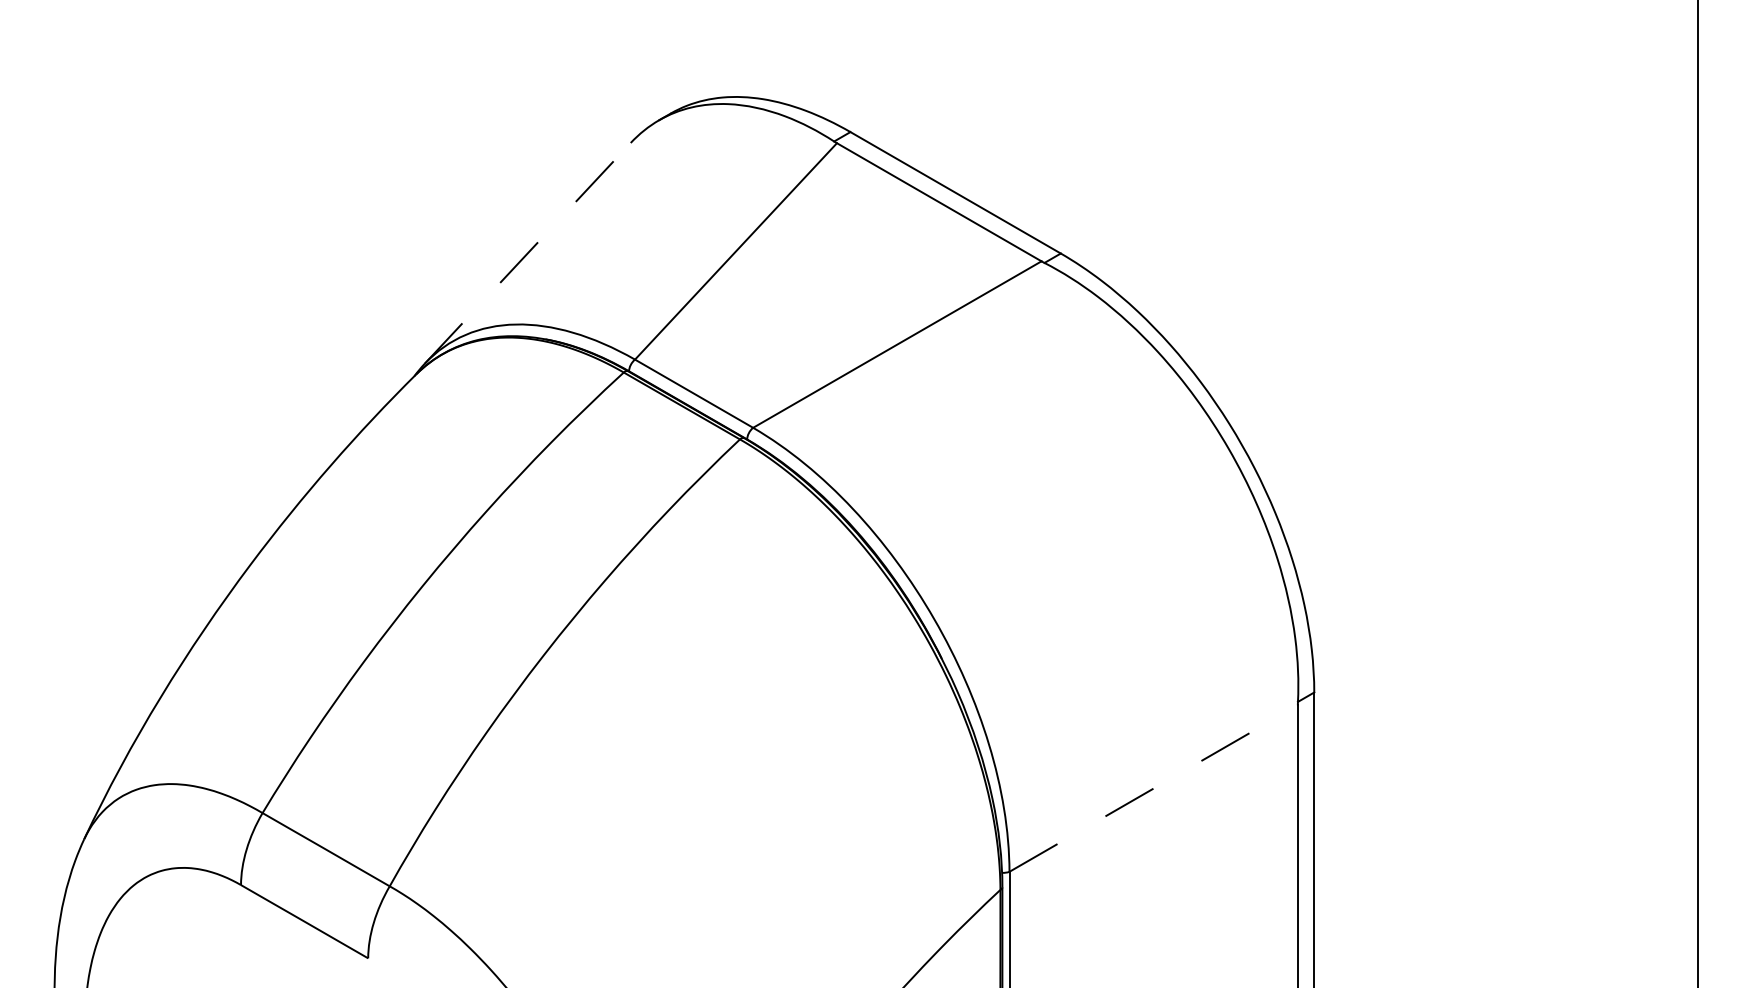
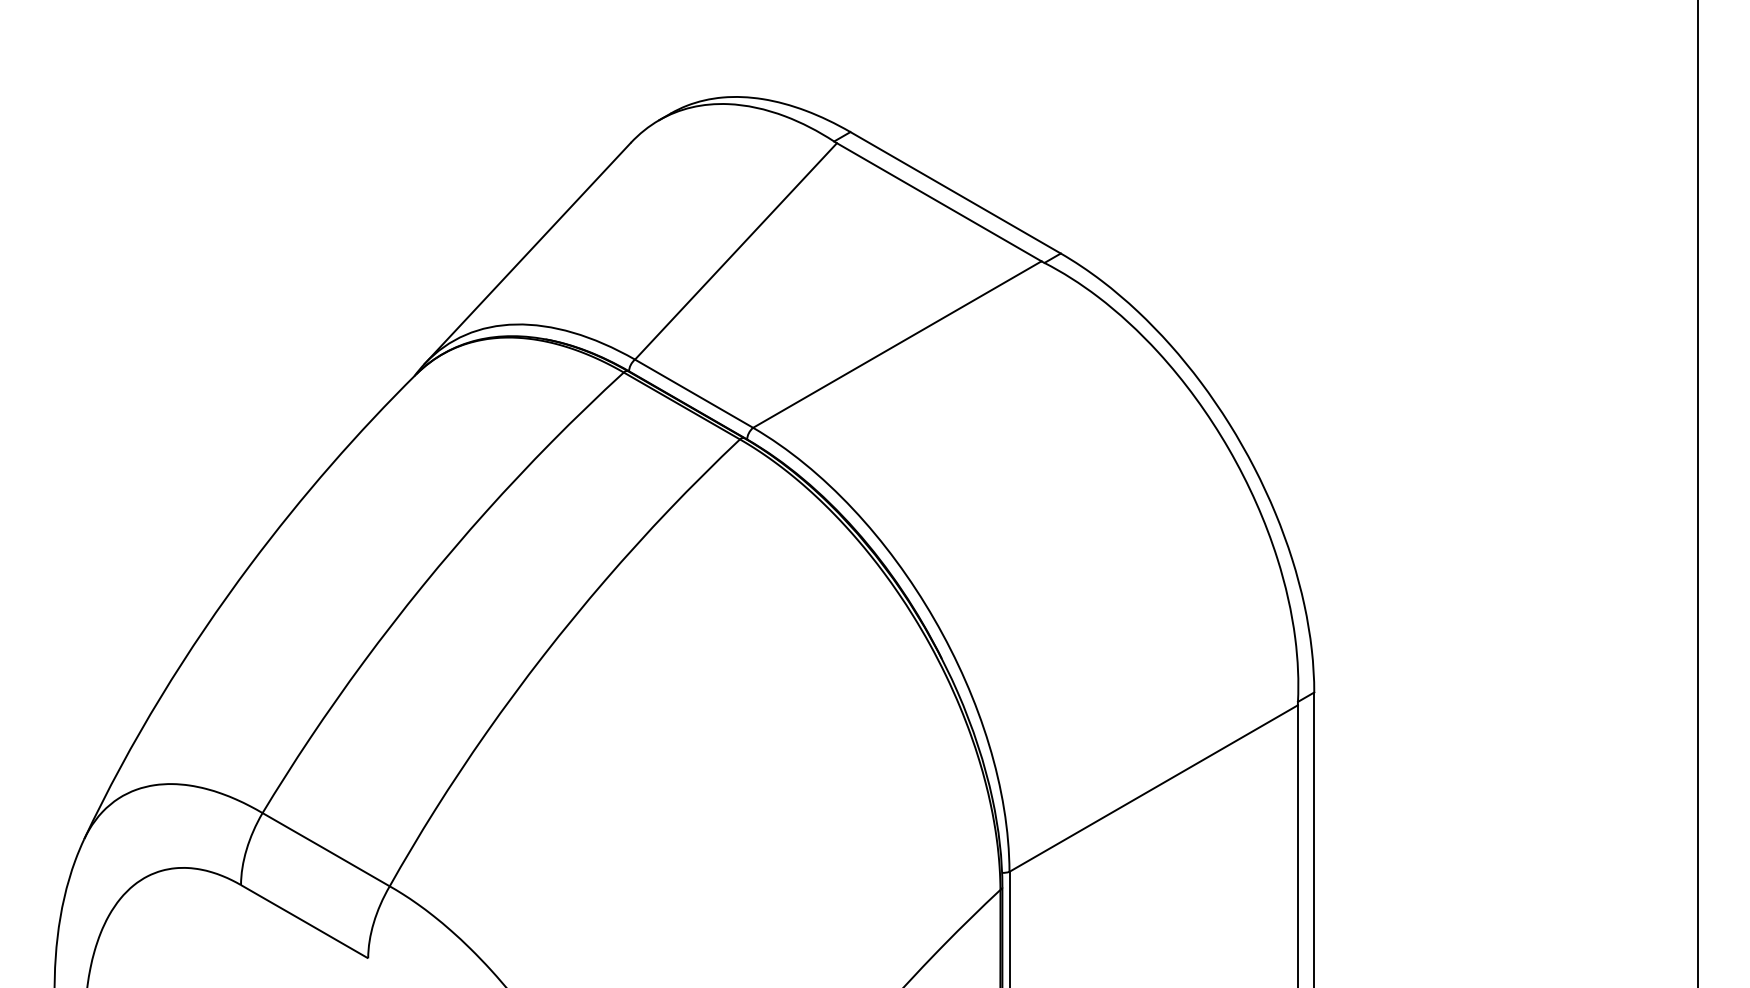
line at (528, 253): dashed -> solid
line at (1154, 788): dashed -> solid
